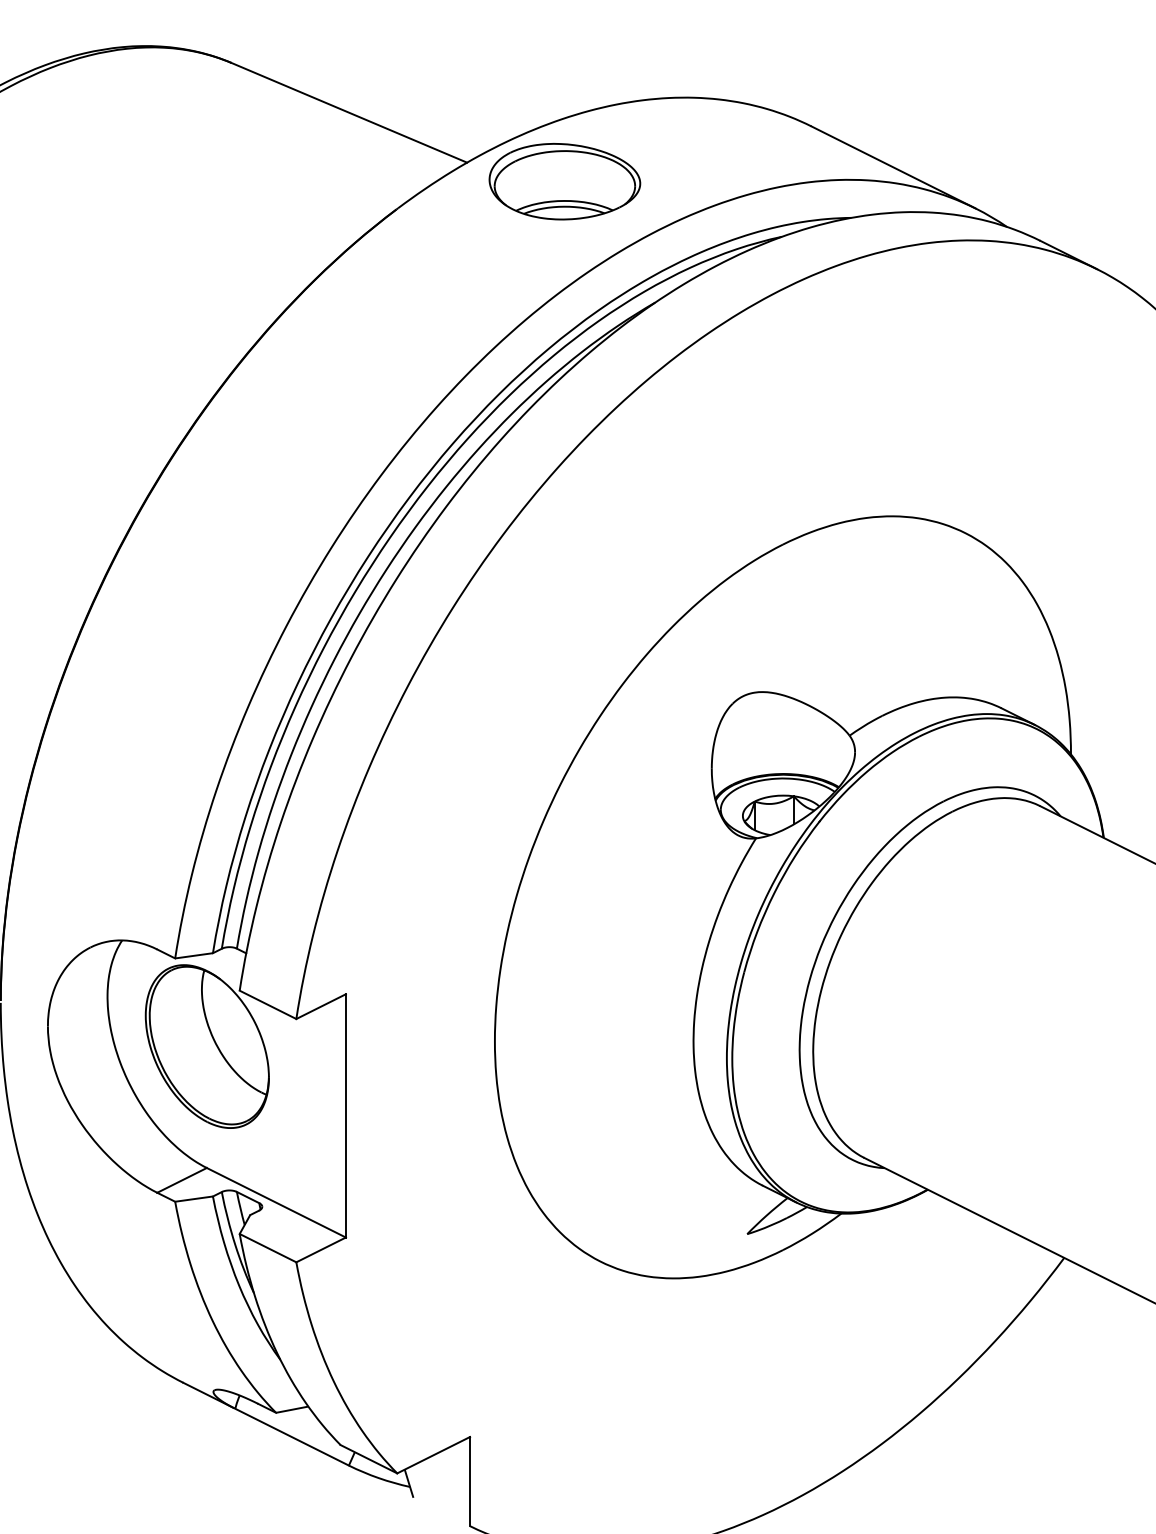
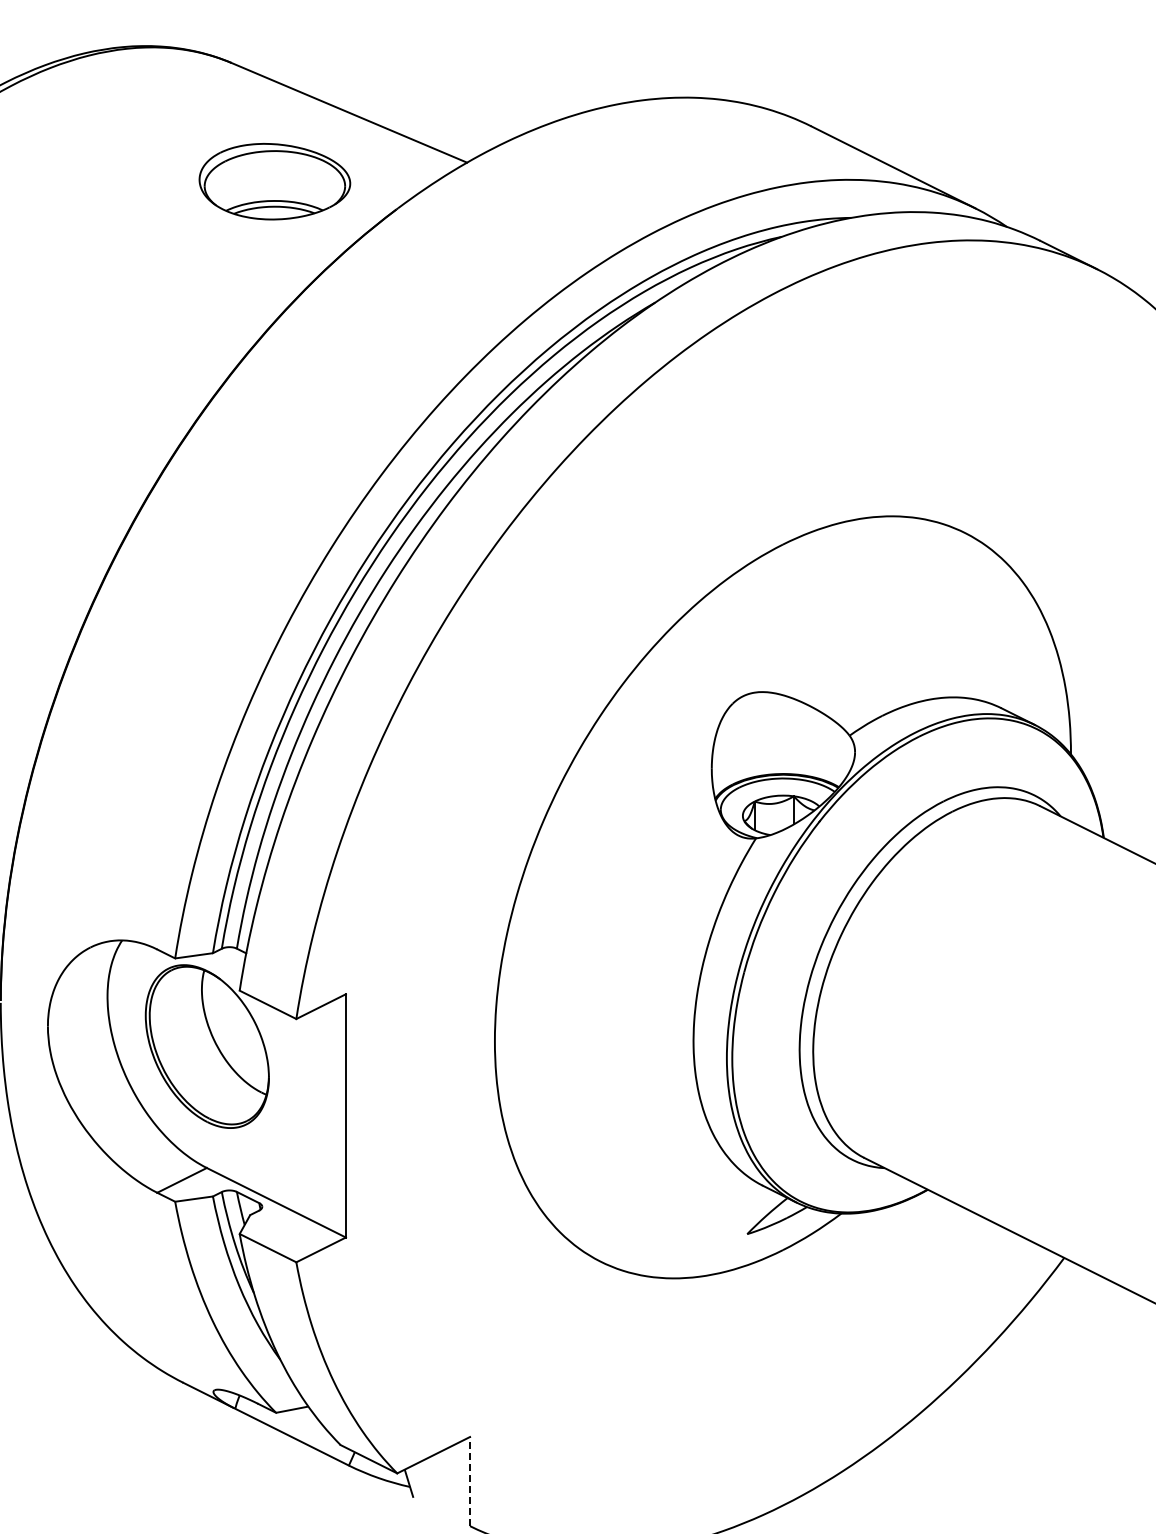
part at (564, 181) position: (564, 181) -> (274, 181)
line at (470, 1481): solid -> dashed
